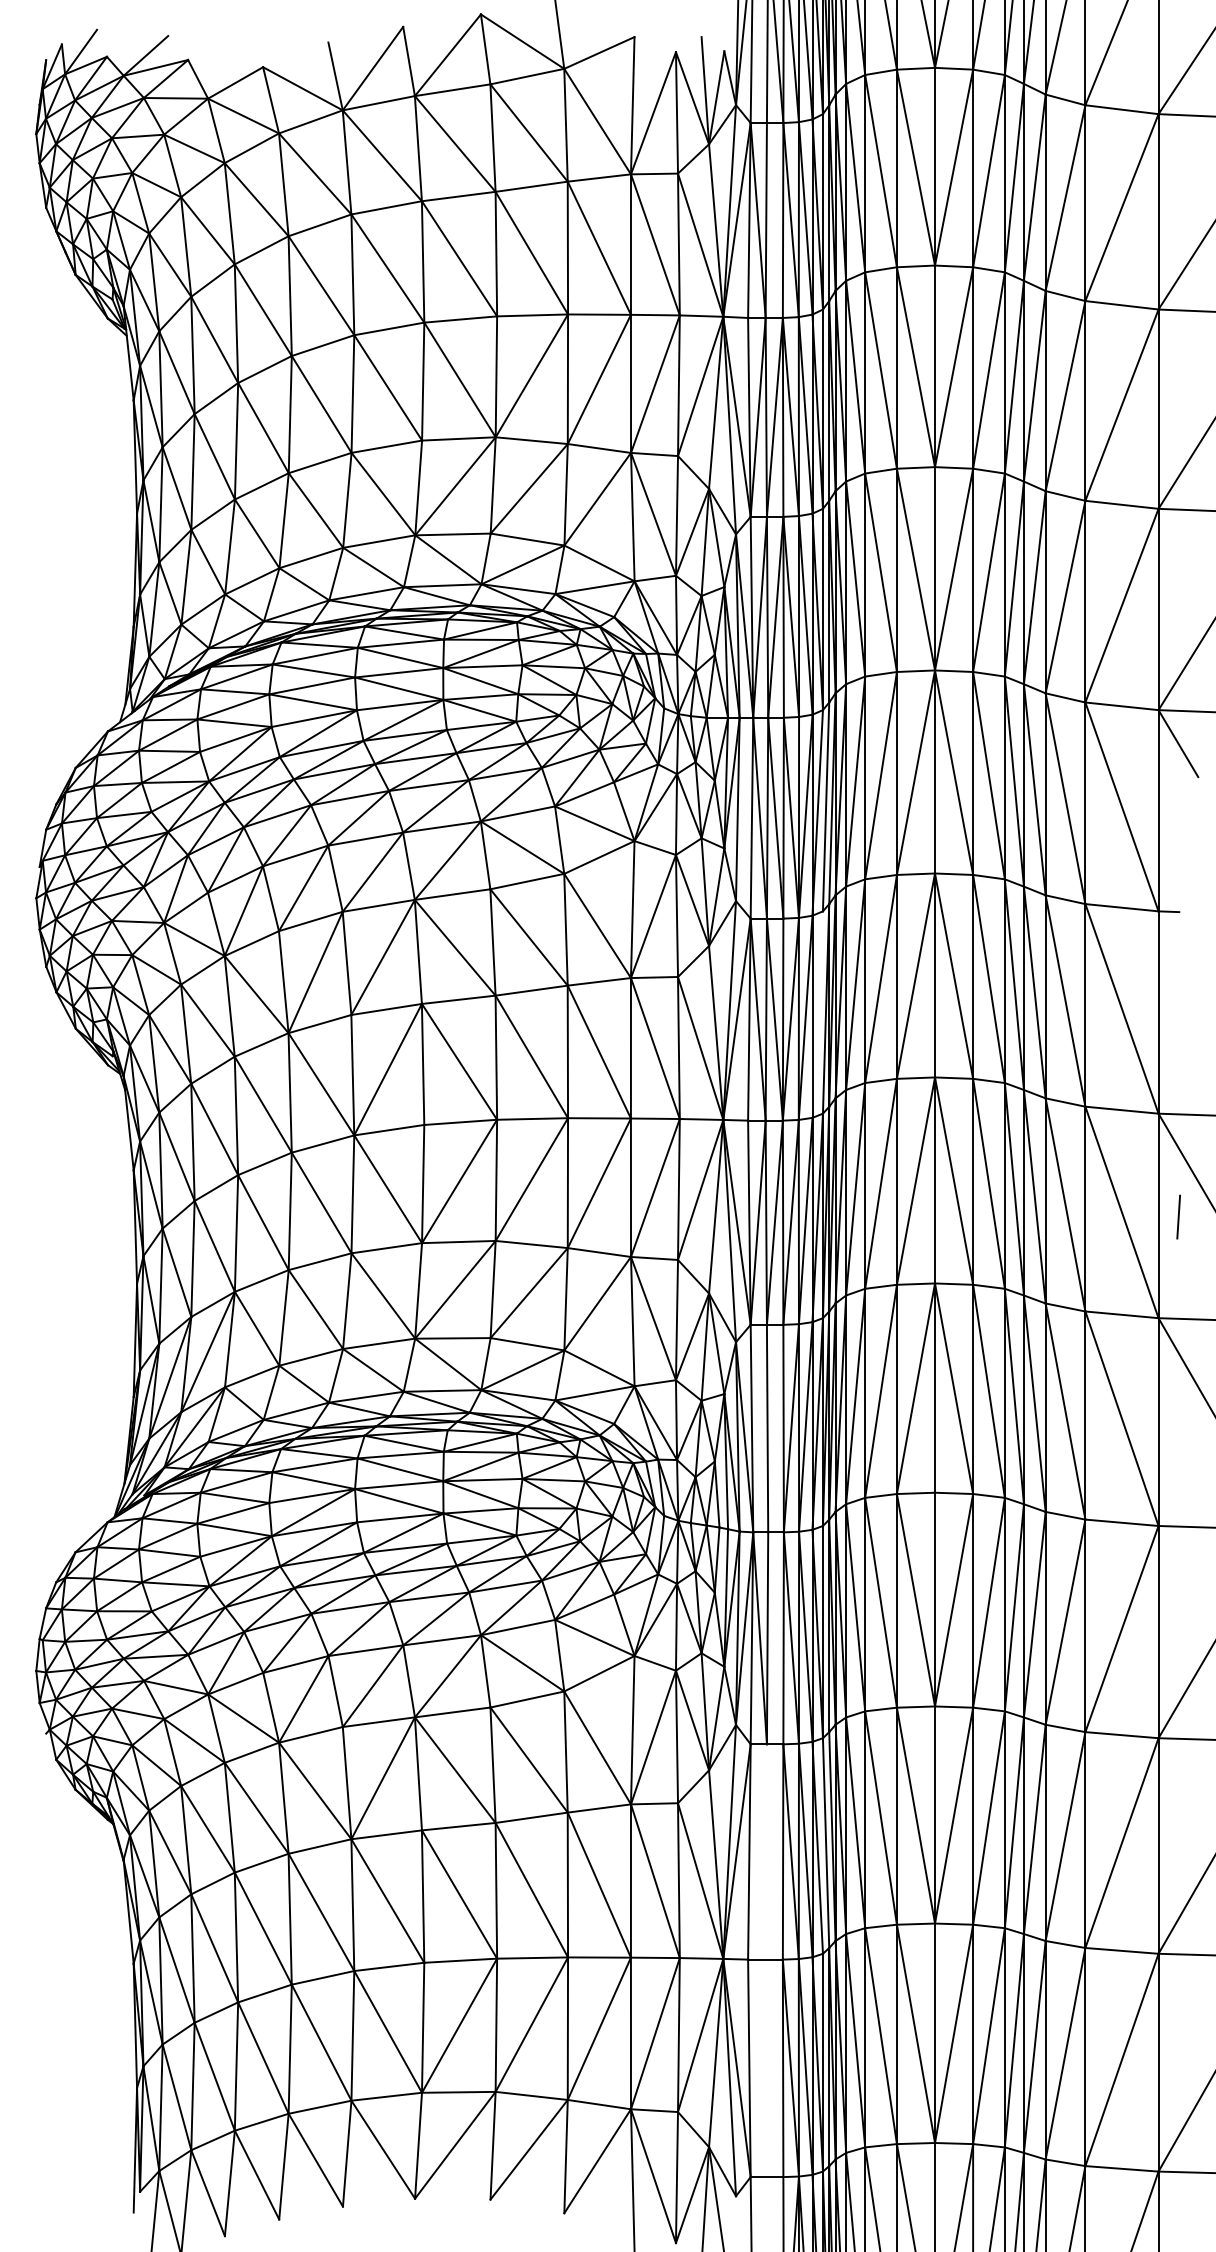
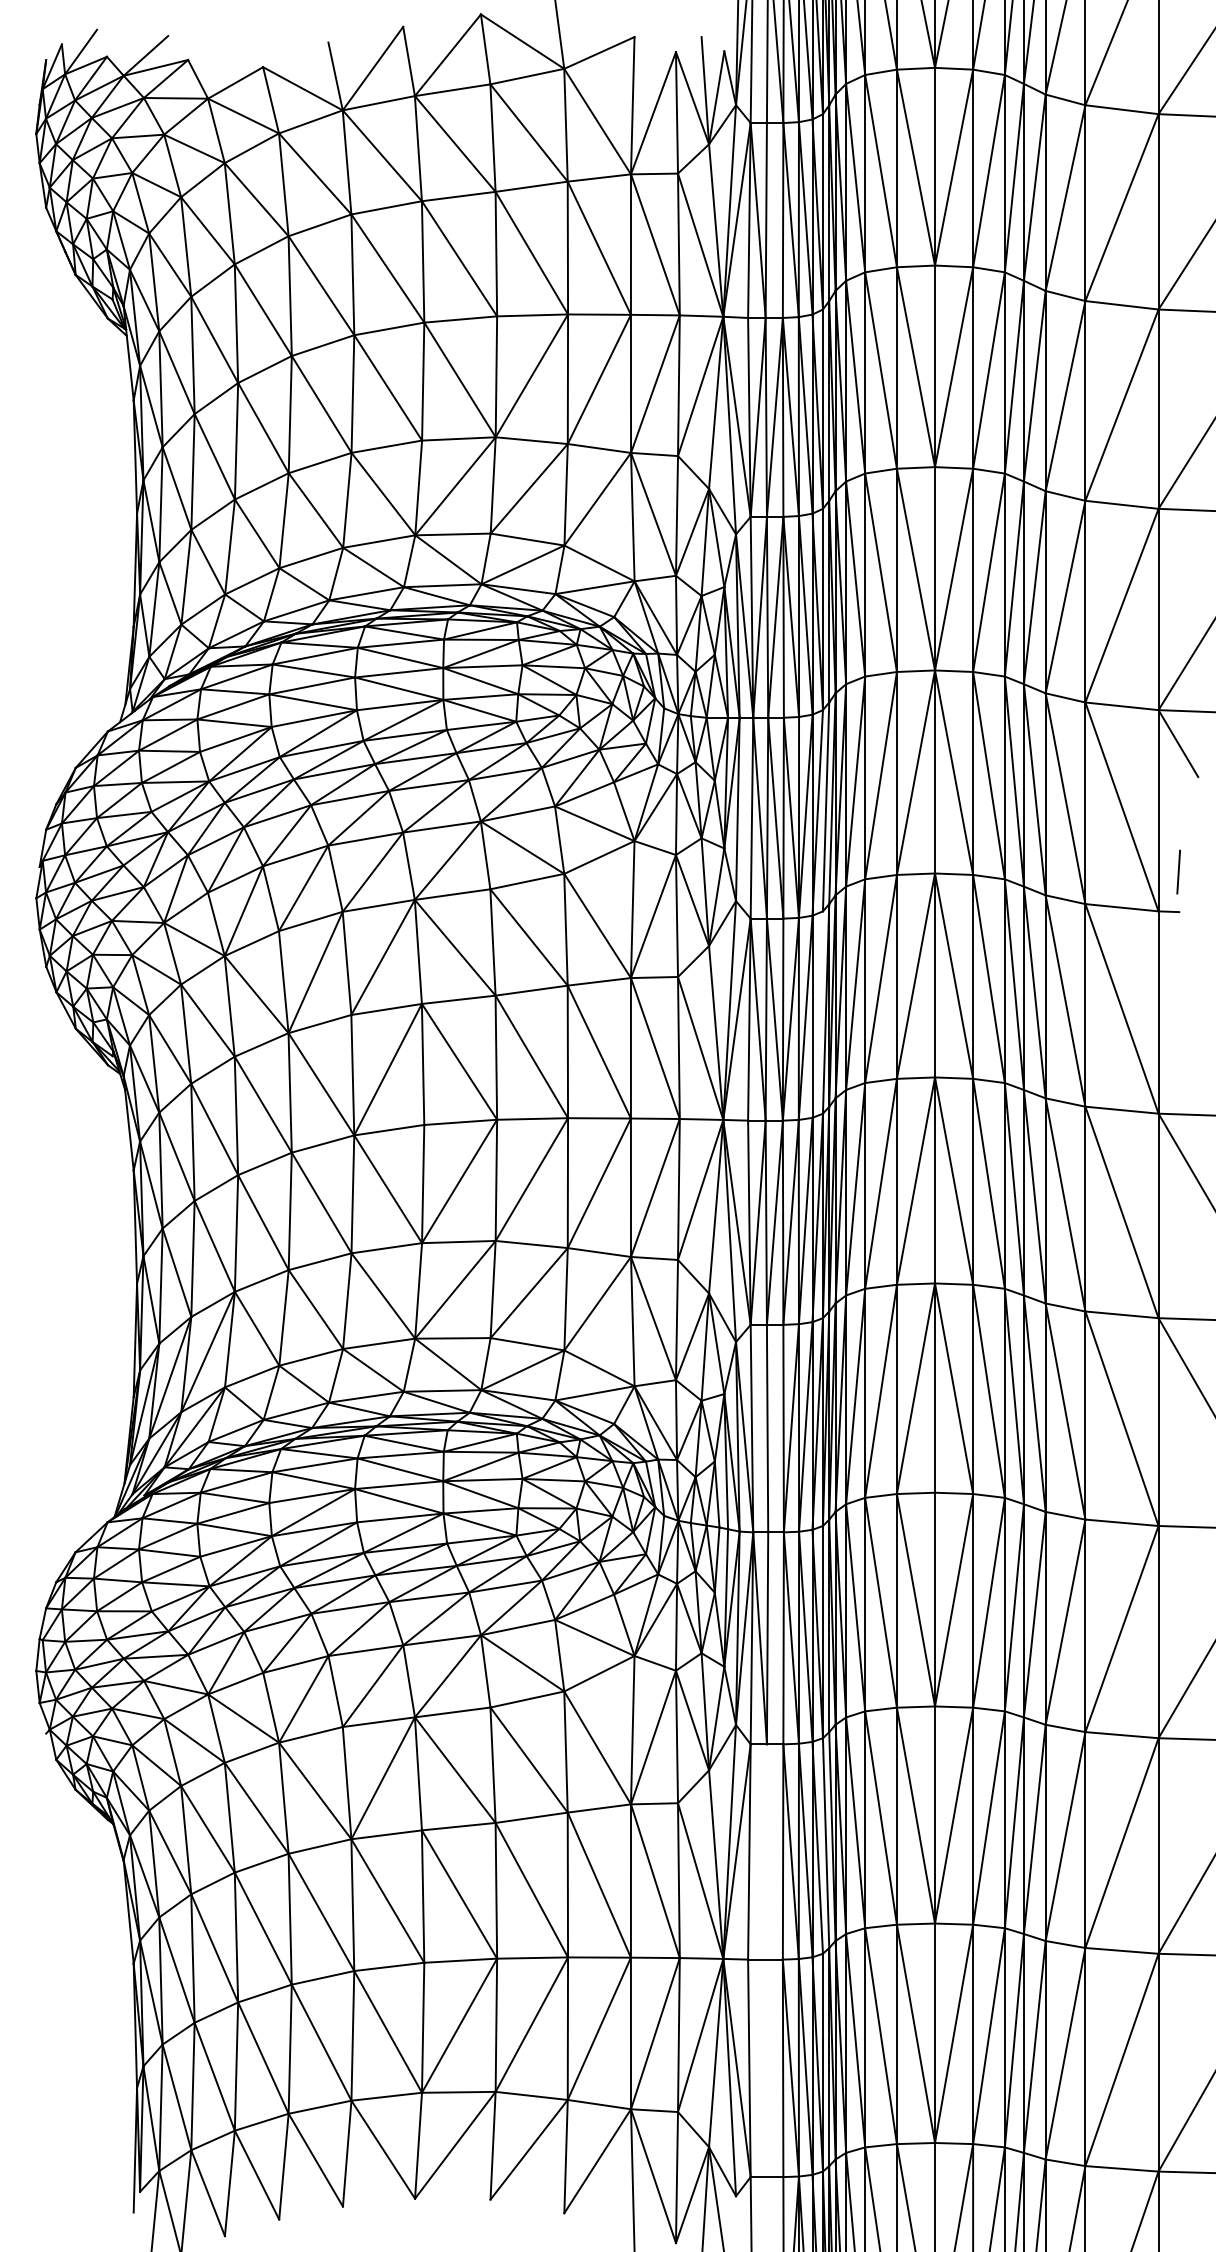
line at (1178, 1216) position: (1178, 1216) -> (1178, 871)
